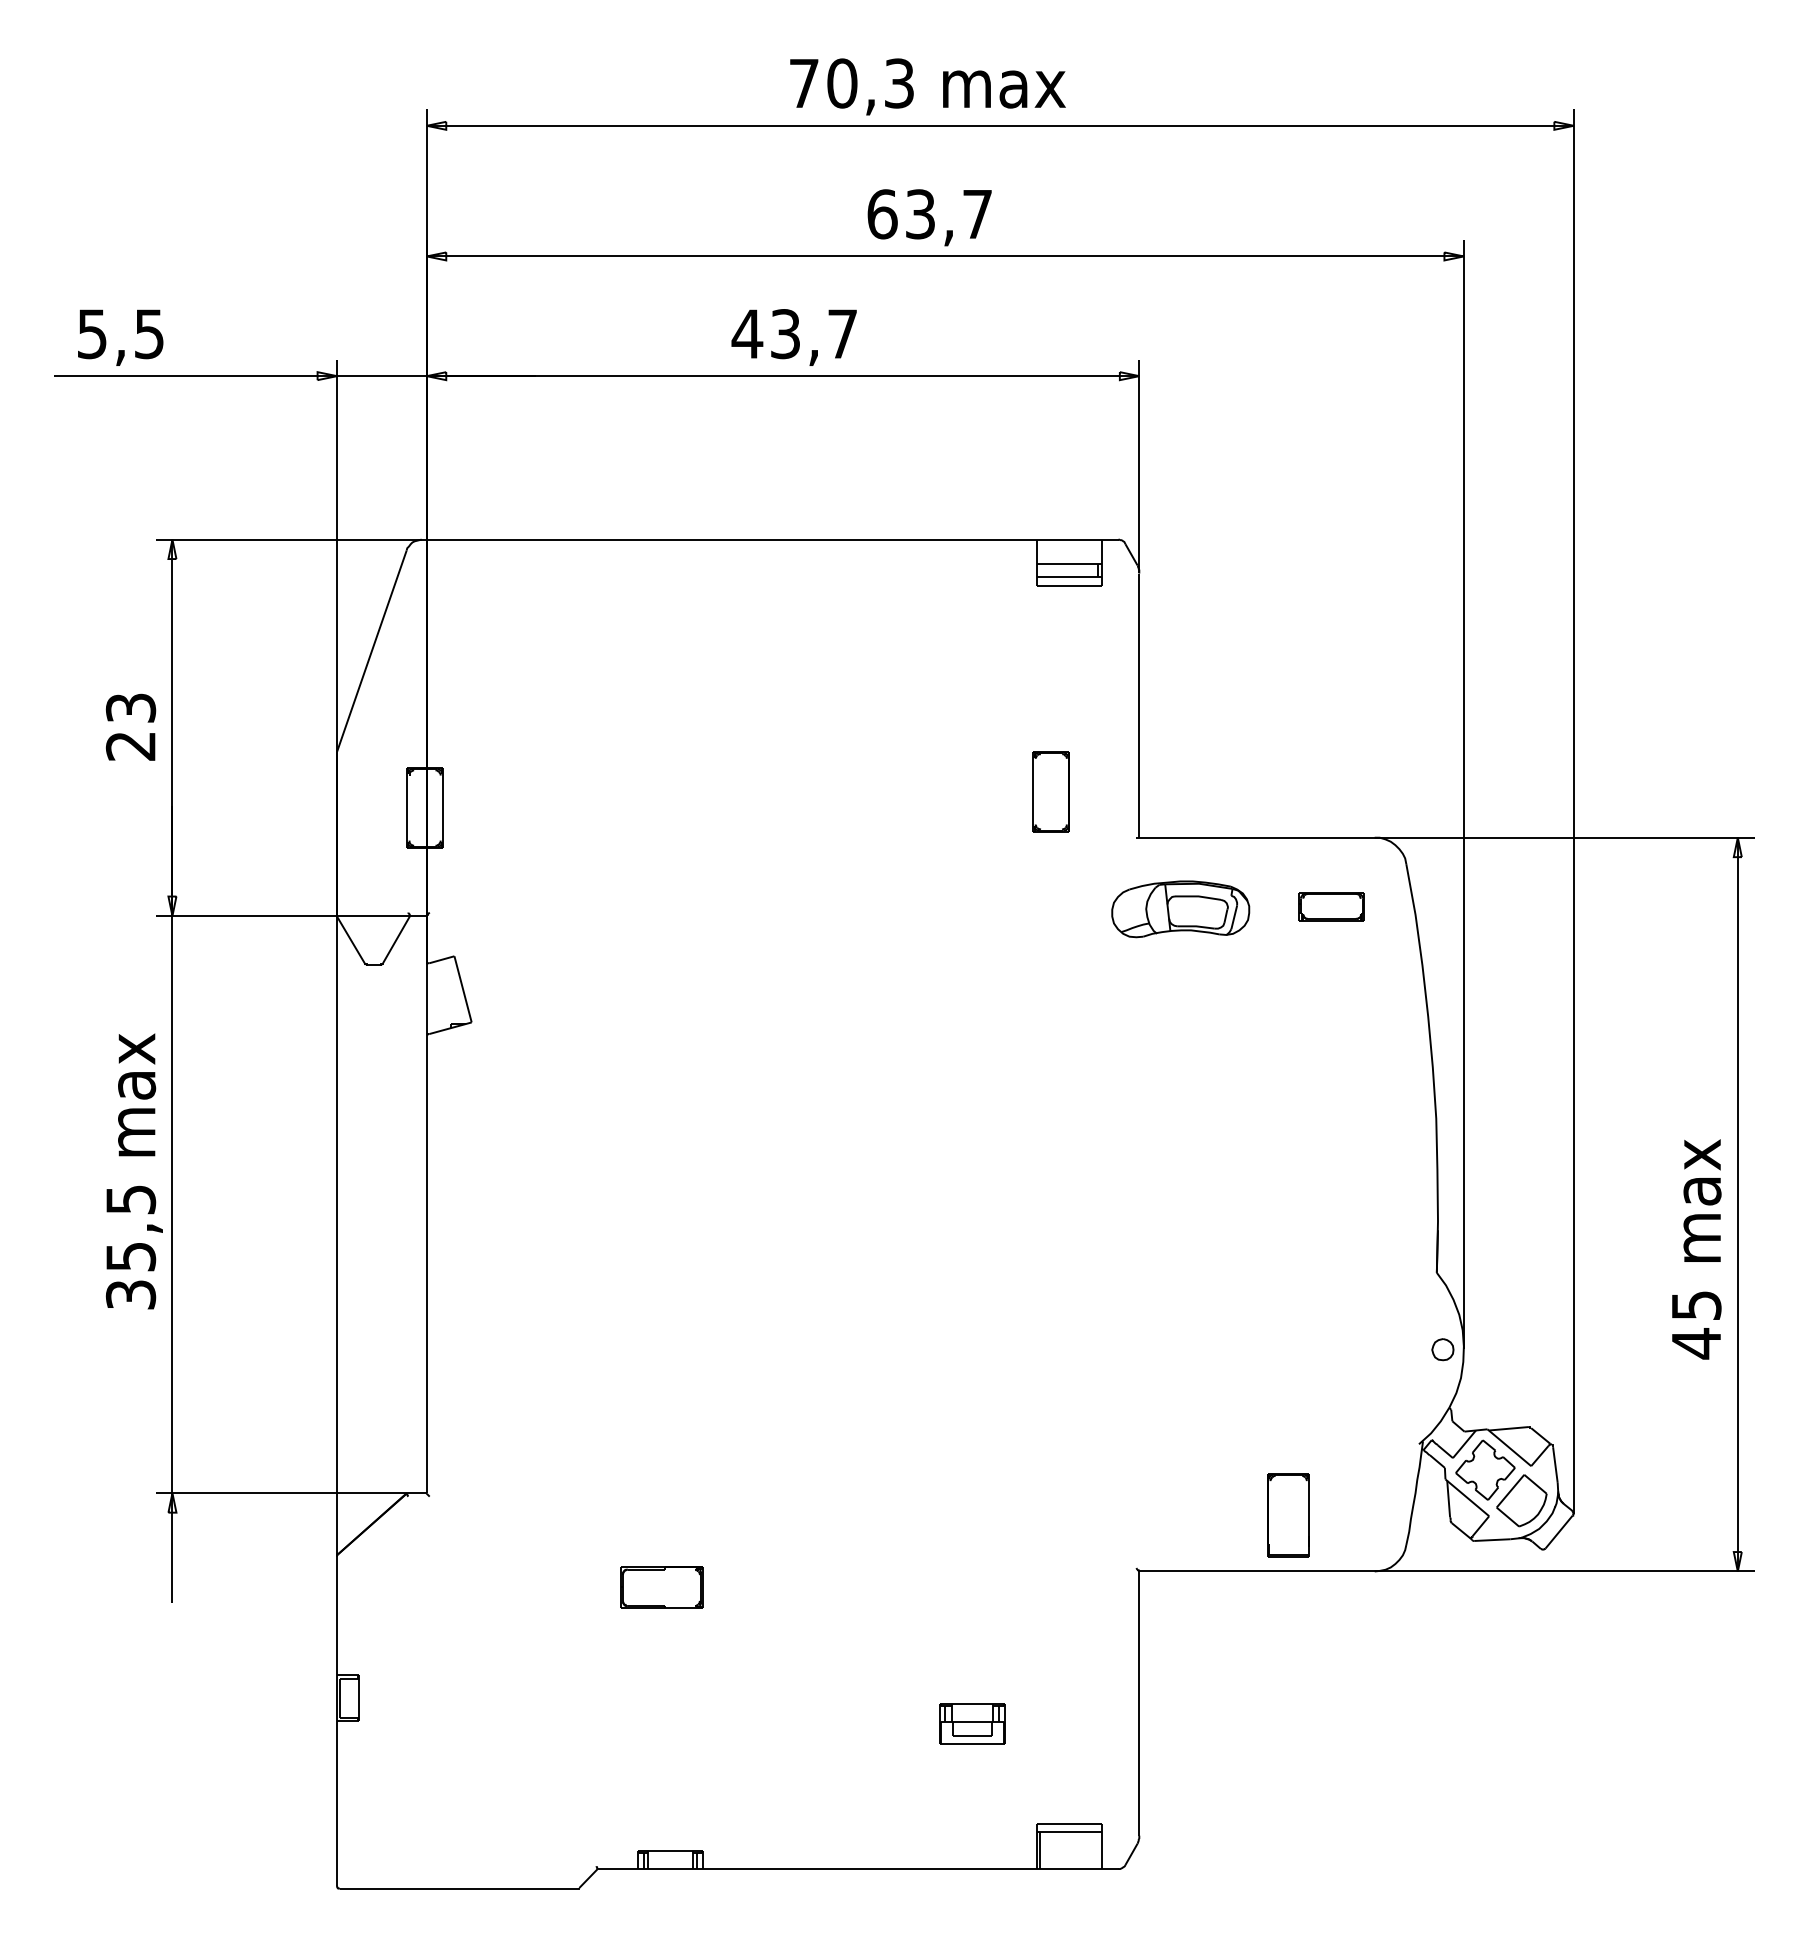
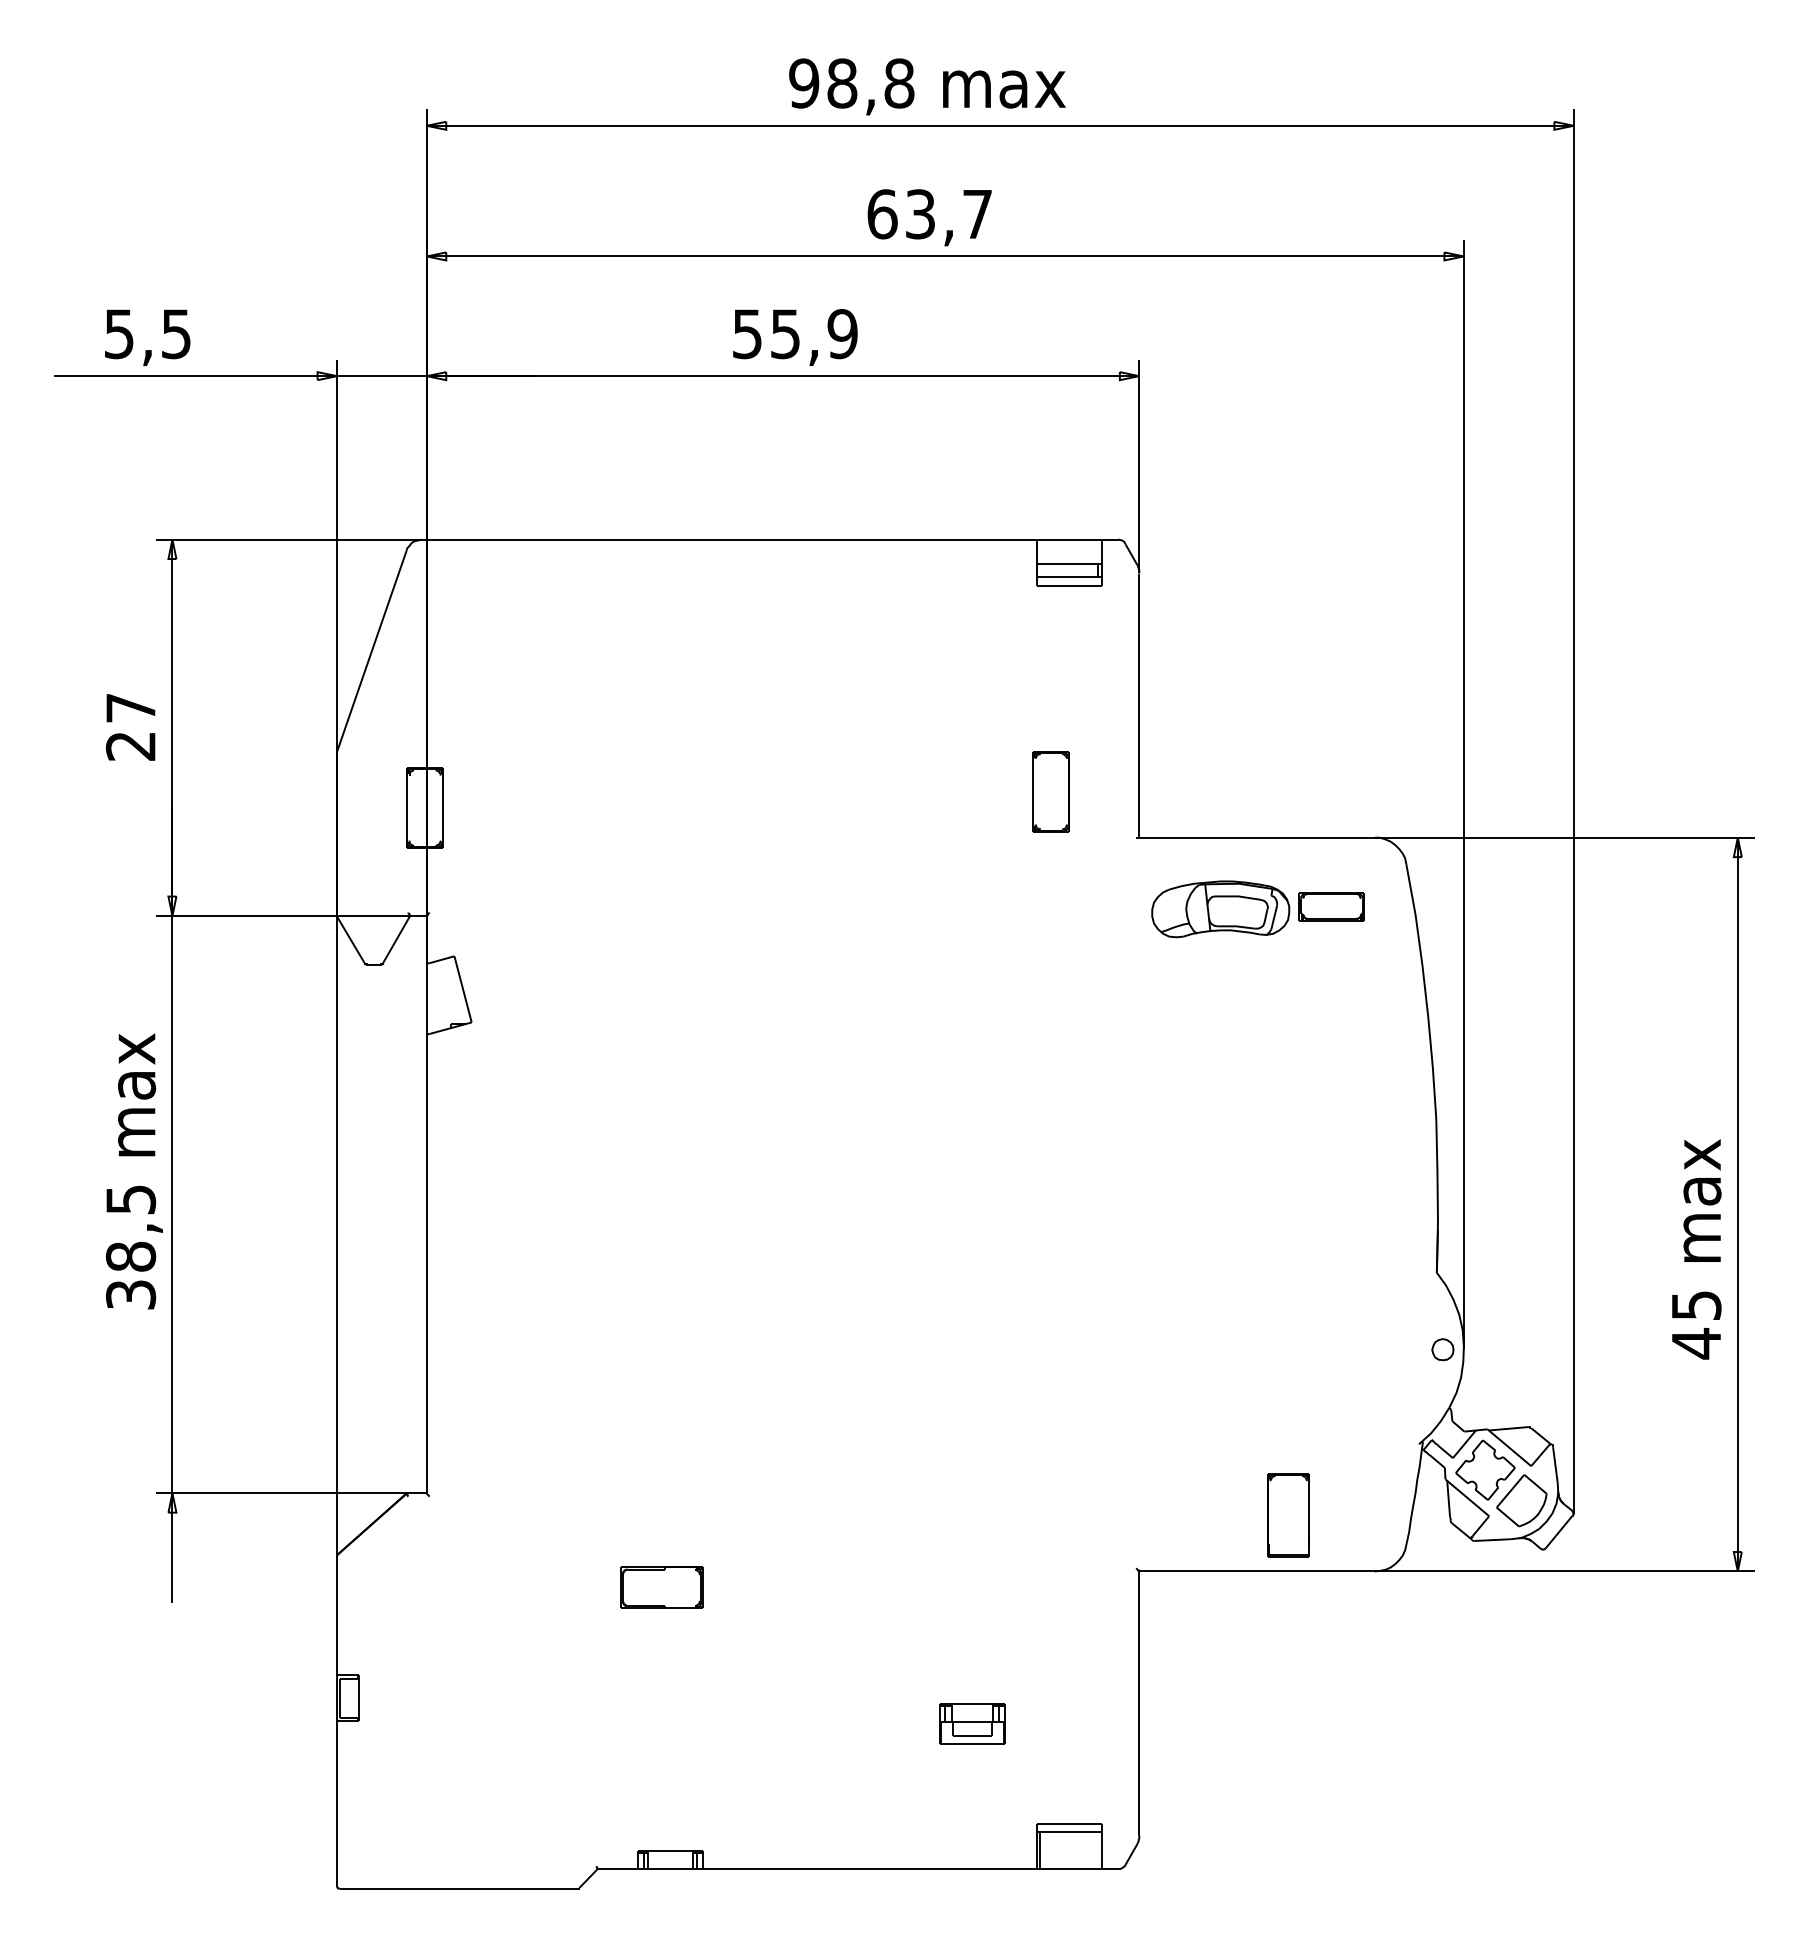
text at (851, 83): 70,3 -> 98,8
text at (794, 334): 43,7 -> 55,9
text at (120, 337) position: (120, 337) -> (147, 337)
text at (130, 707): 23 -> 27
part at (1180, 909) position: (1180, 909) -> (1220, 909)
text at (130, 1256): 35,5 -> 38,5
